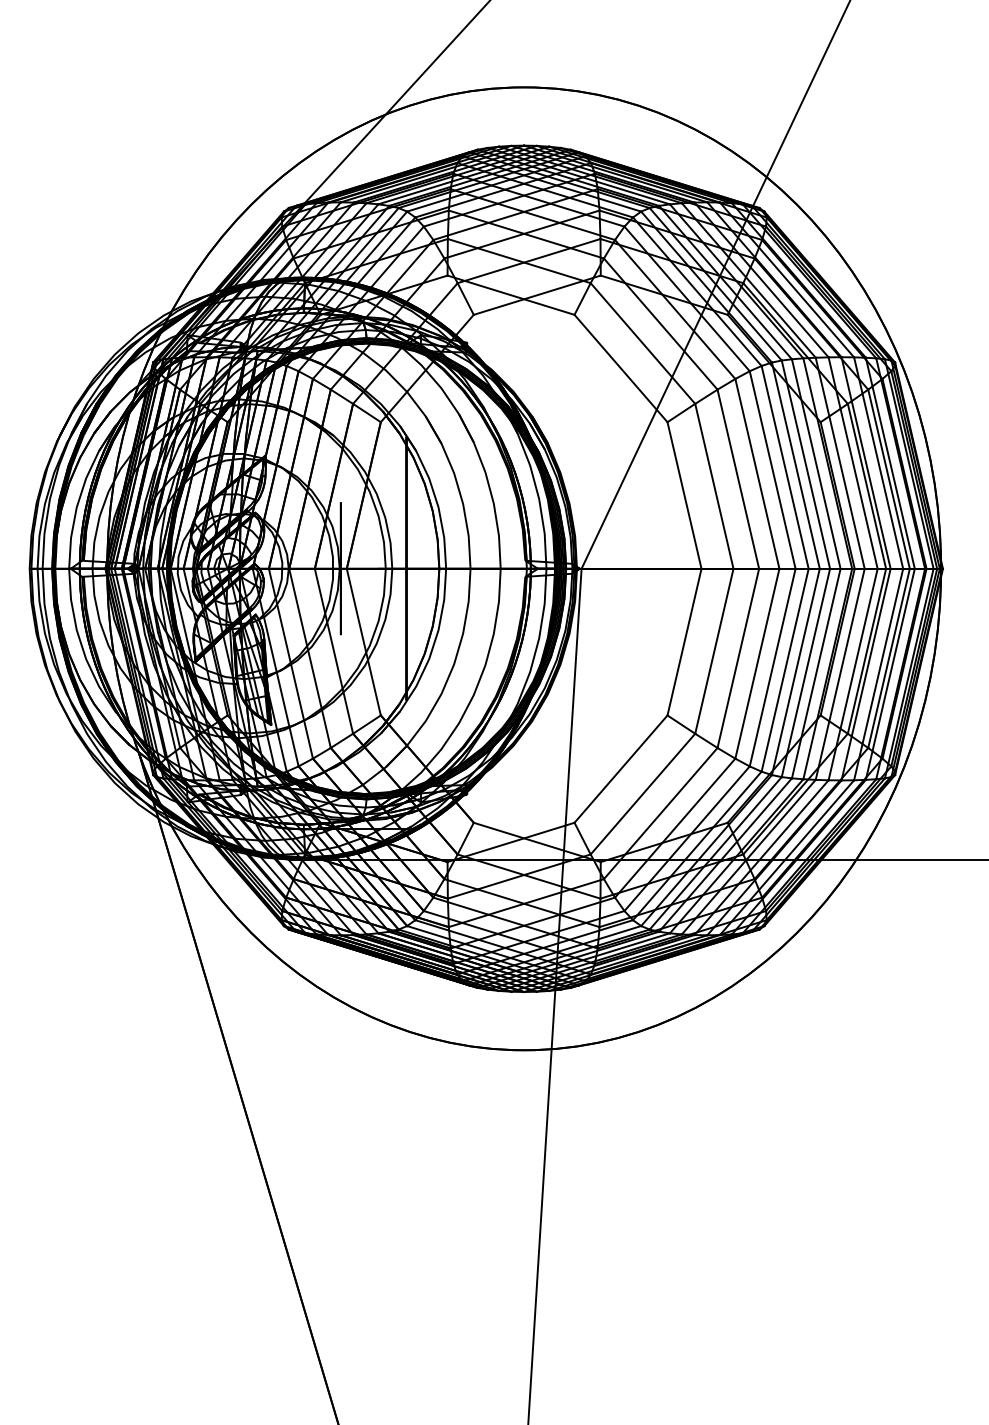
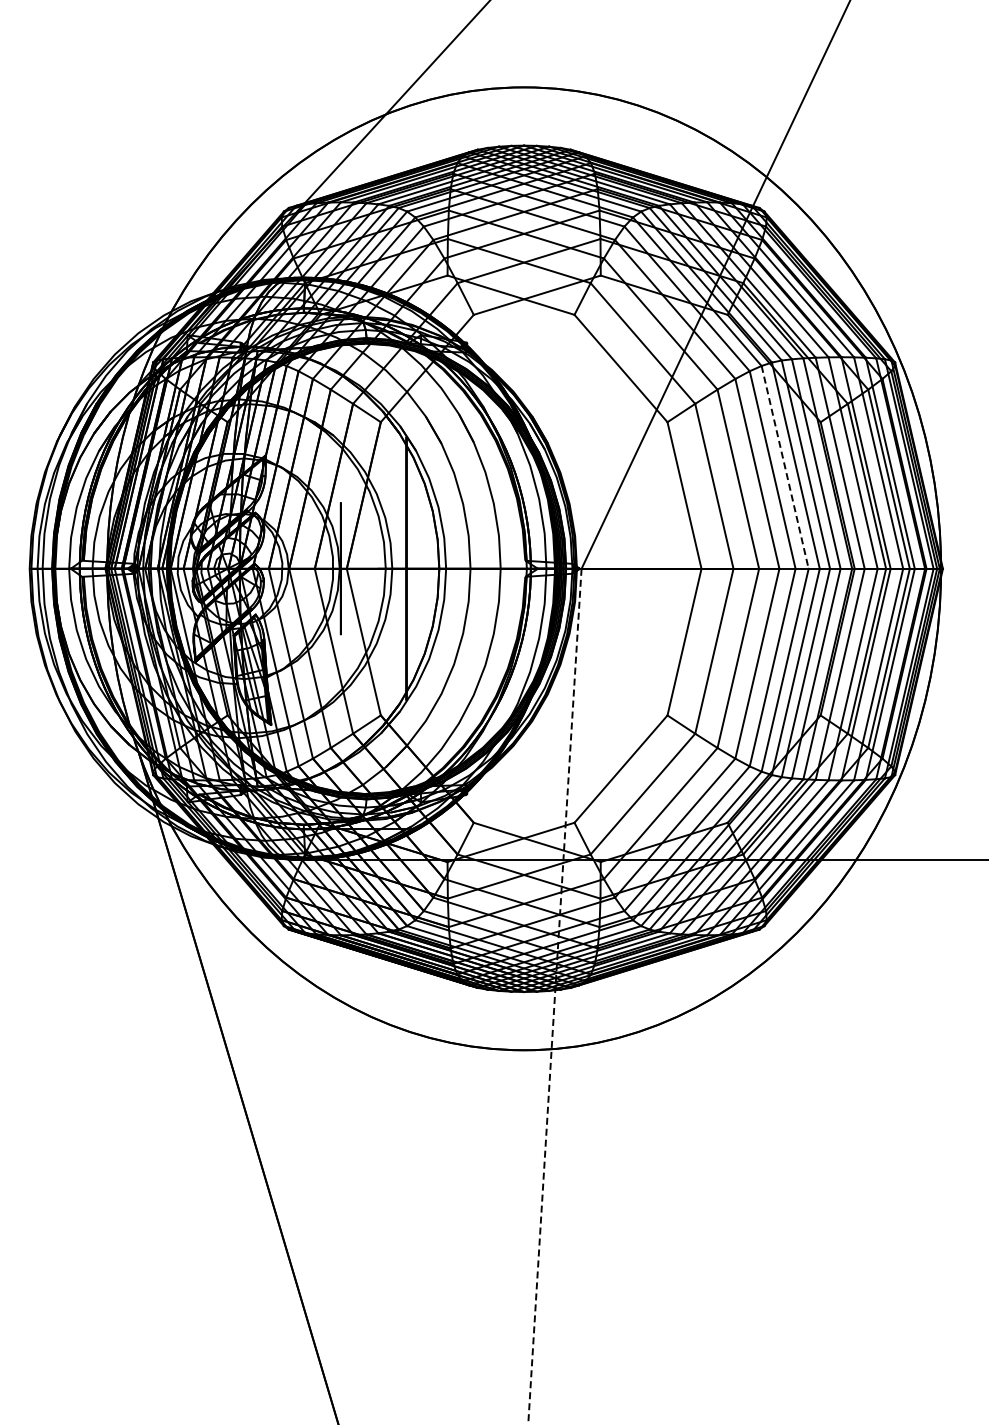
line at (785, 467): solid -> dashed
line at (554, 996): solid -> dashed
